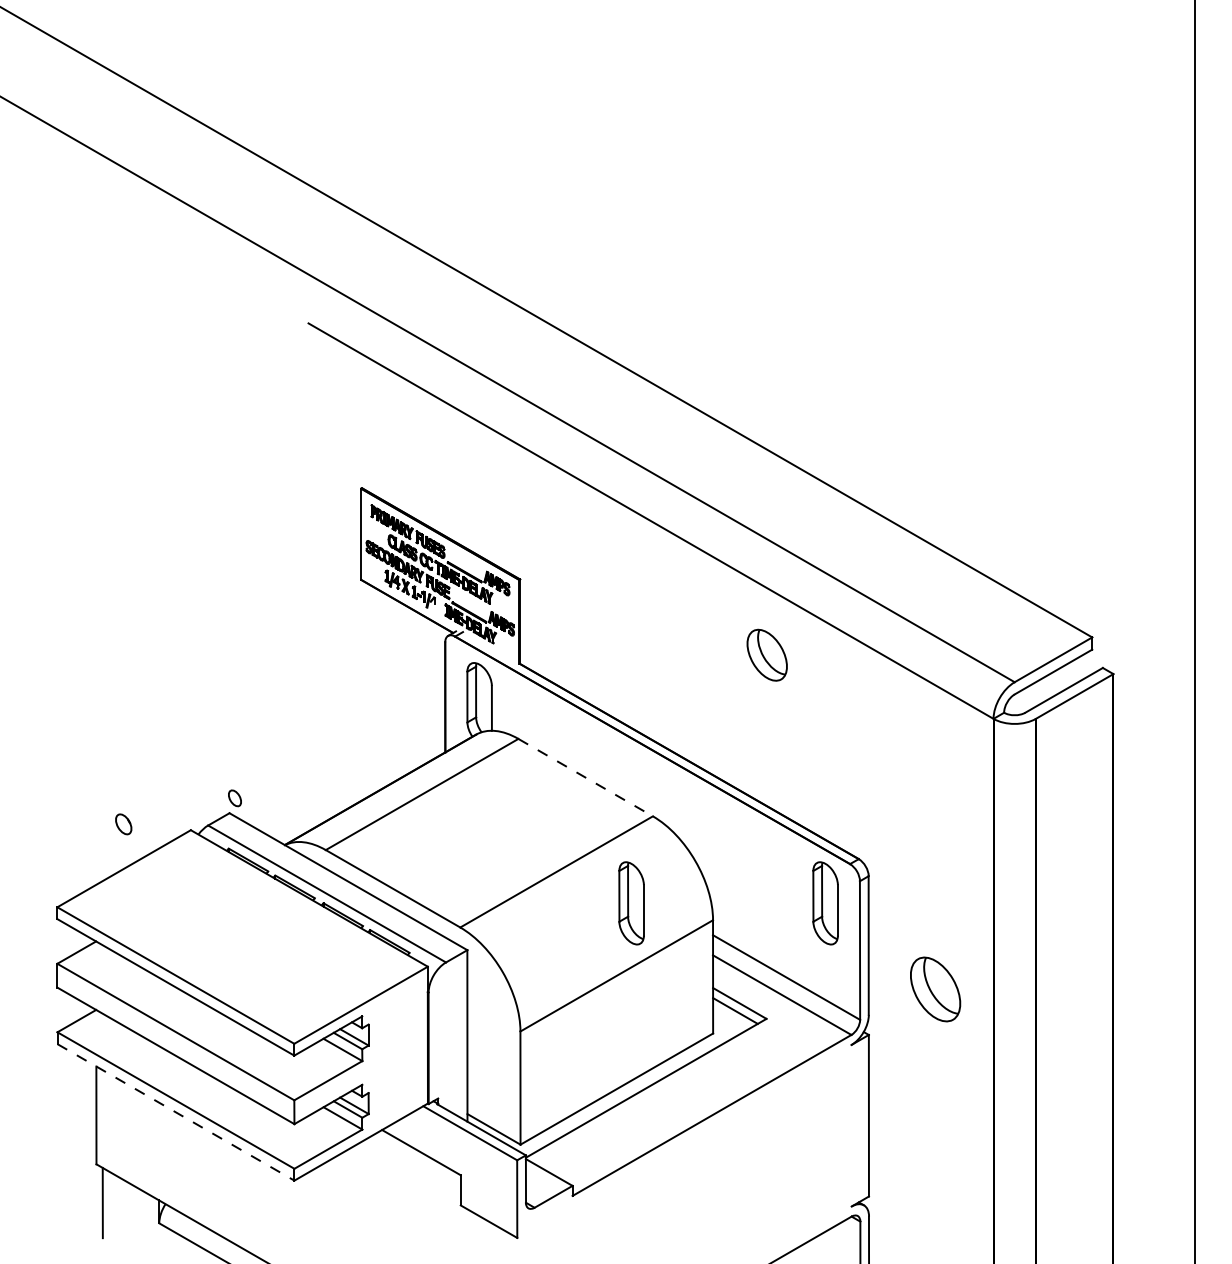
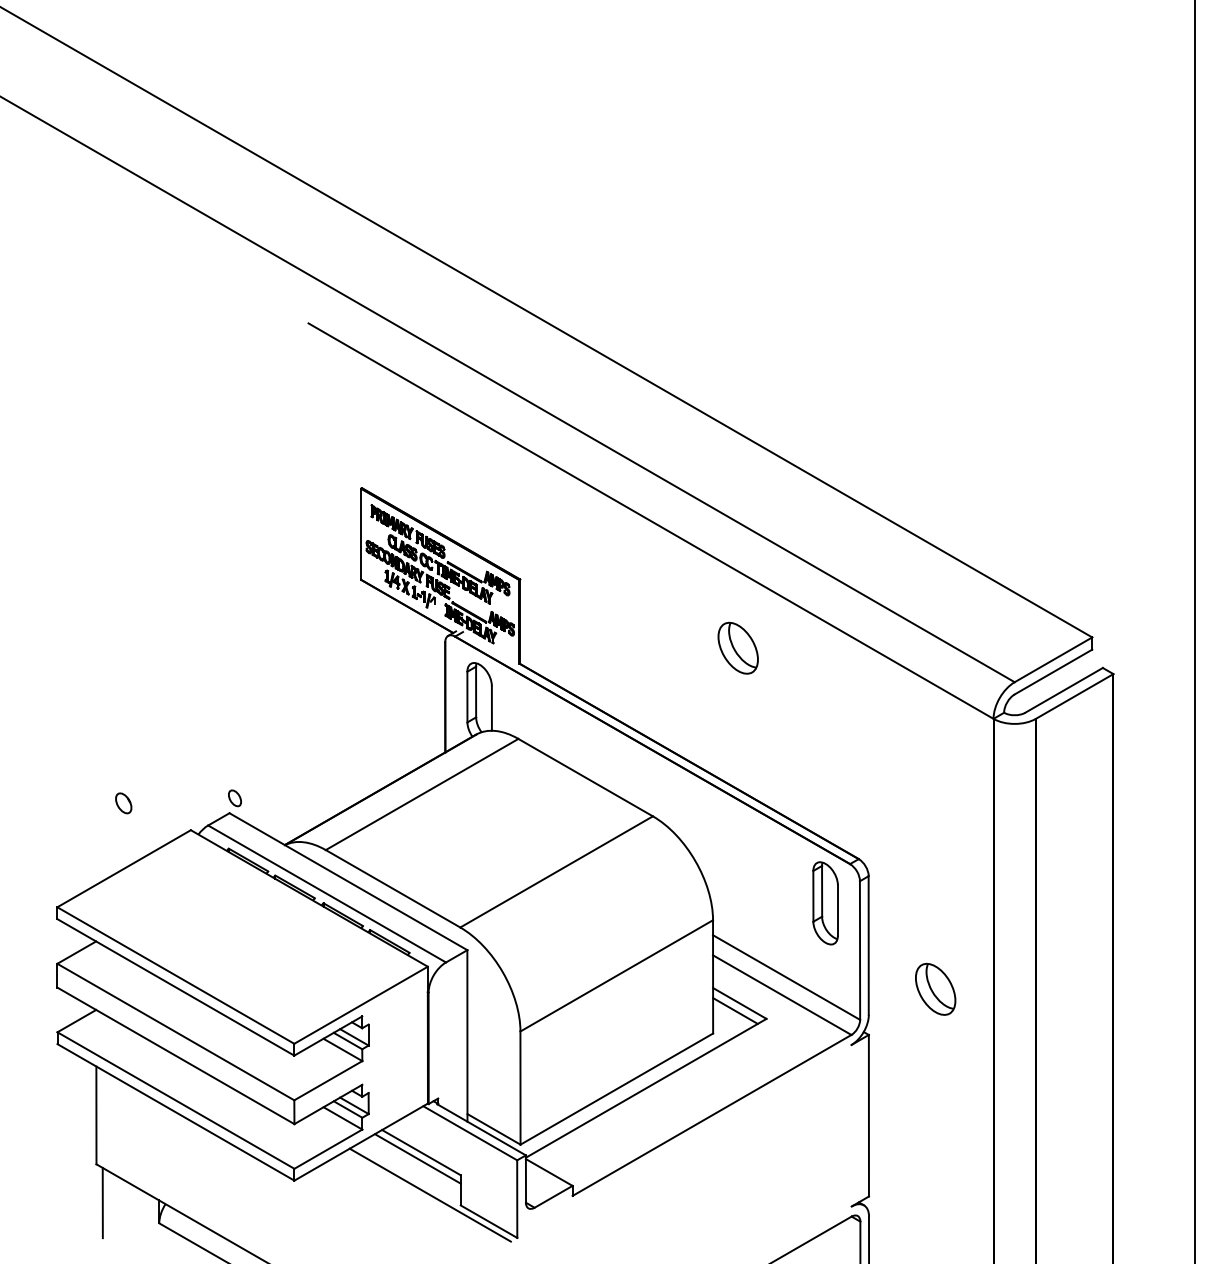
part at (766, 654) position: (766, 654) -> (737, 647)
line at (585, 777): dashed -> solid
part at (123, 824) position: (123, 824) -> (123, 803)
part at (631, 903): present -> none
part at (935, 989) size: 52x67 px -> 42x54 px
line at (175, 1112): dashed -> solid
line at (417, 1158): none -> present
line at (429, 1194): none -> present
